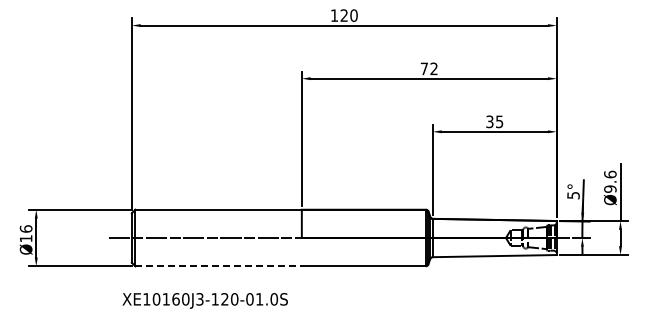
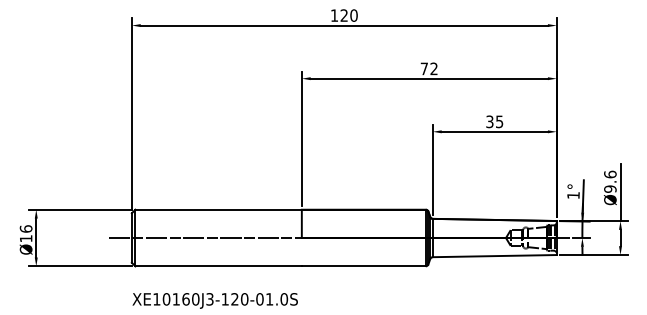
text at (573, 195): 5° -> 1°
line at (219, 266): dashed -> solid
text at (204, 300) position: (204, 300) -> (214, 300)
